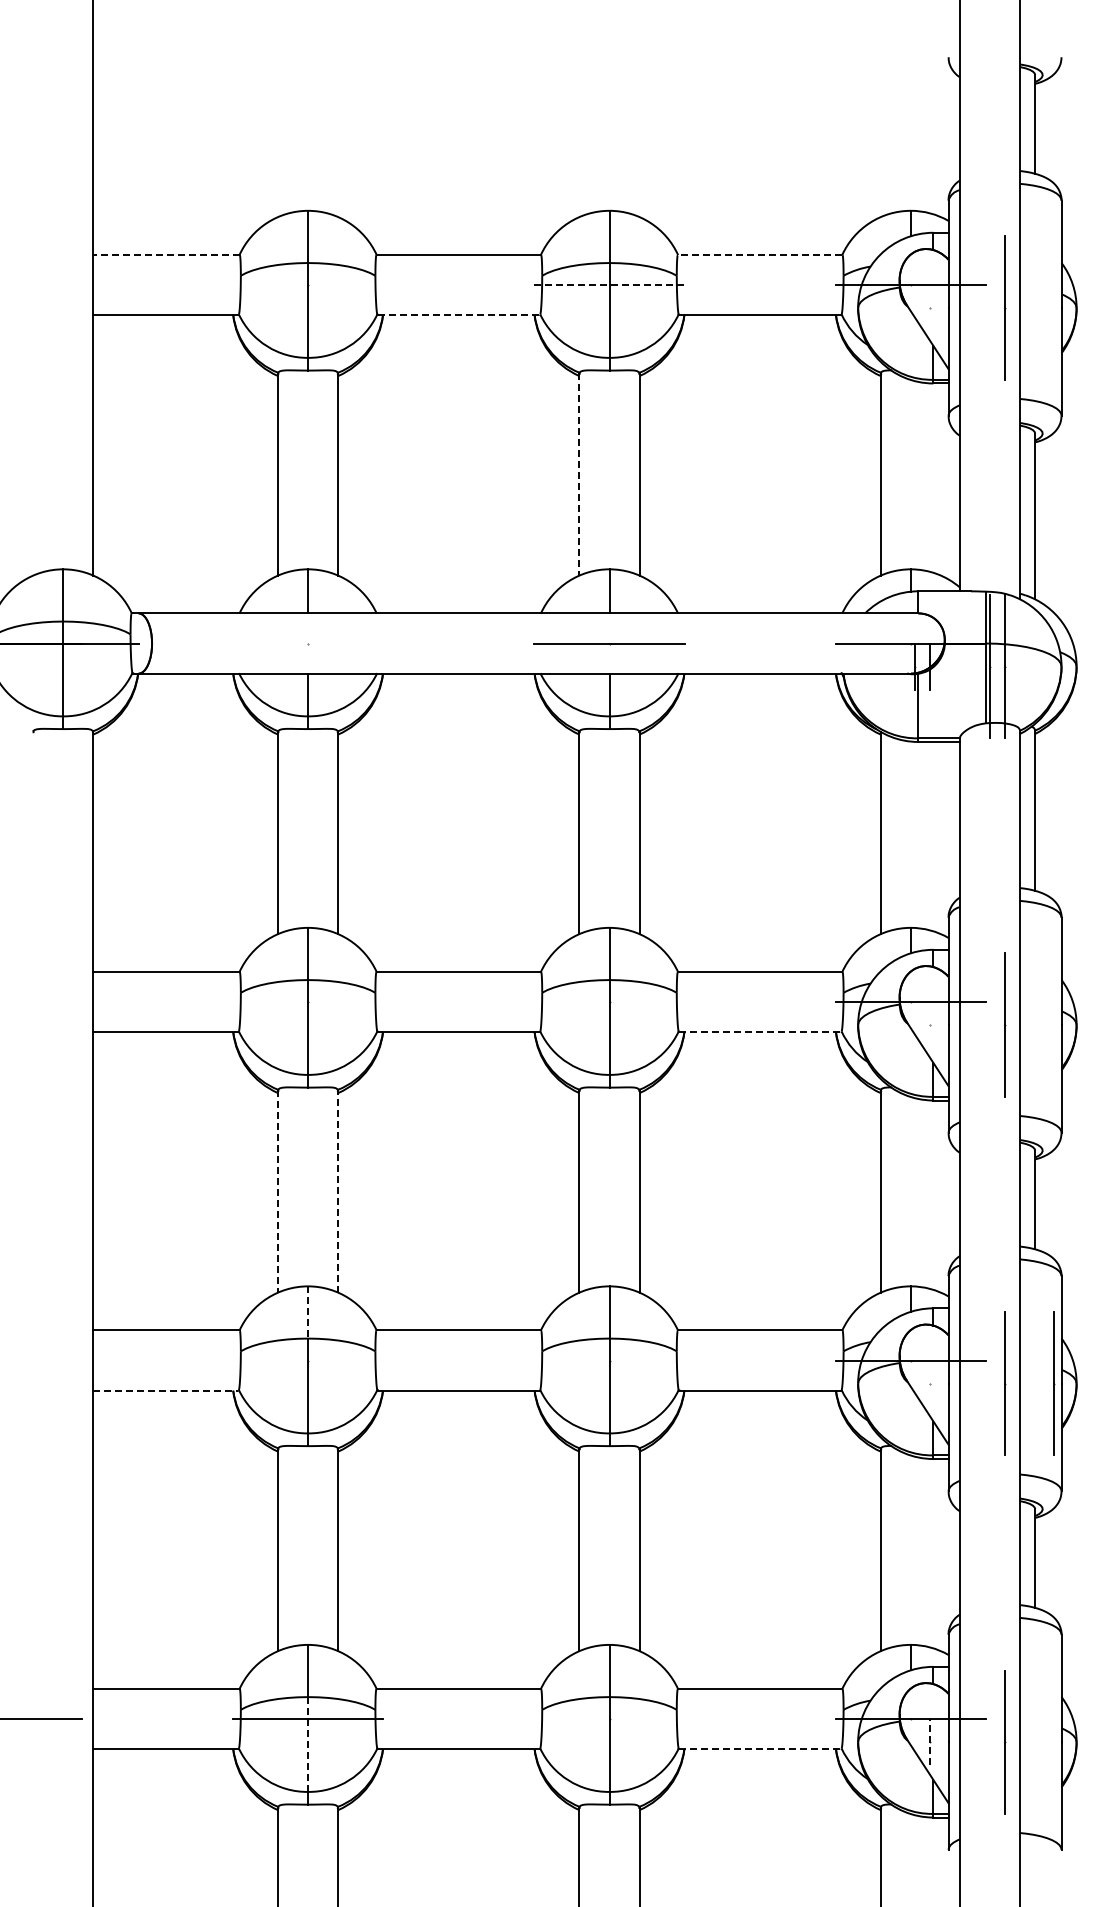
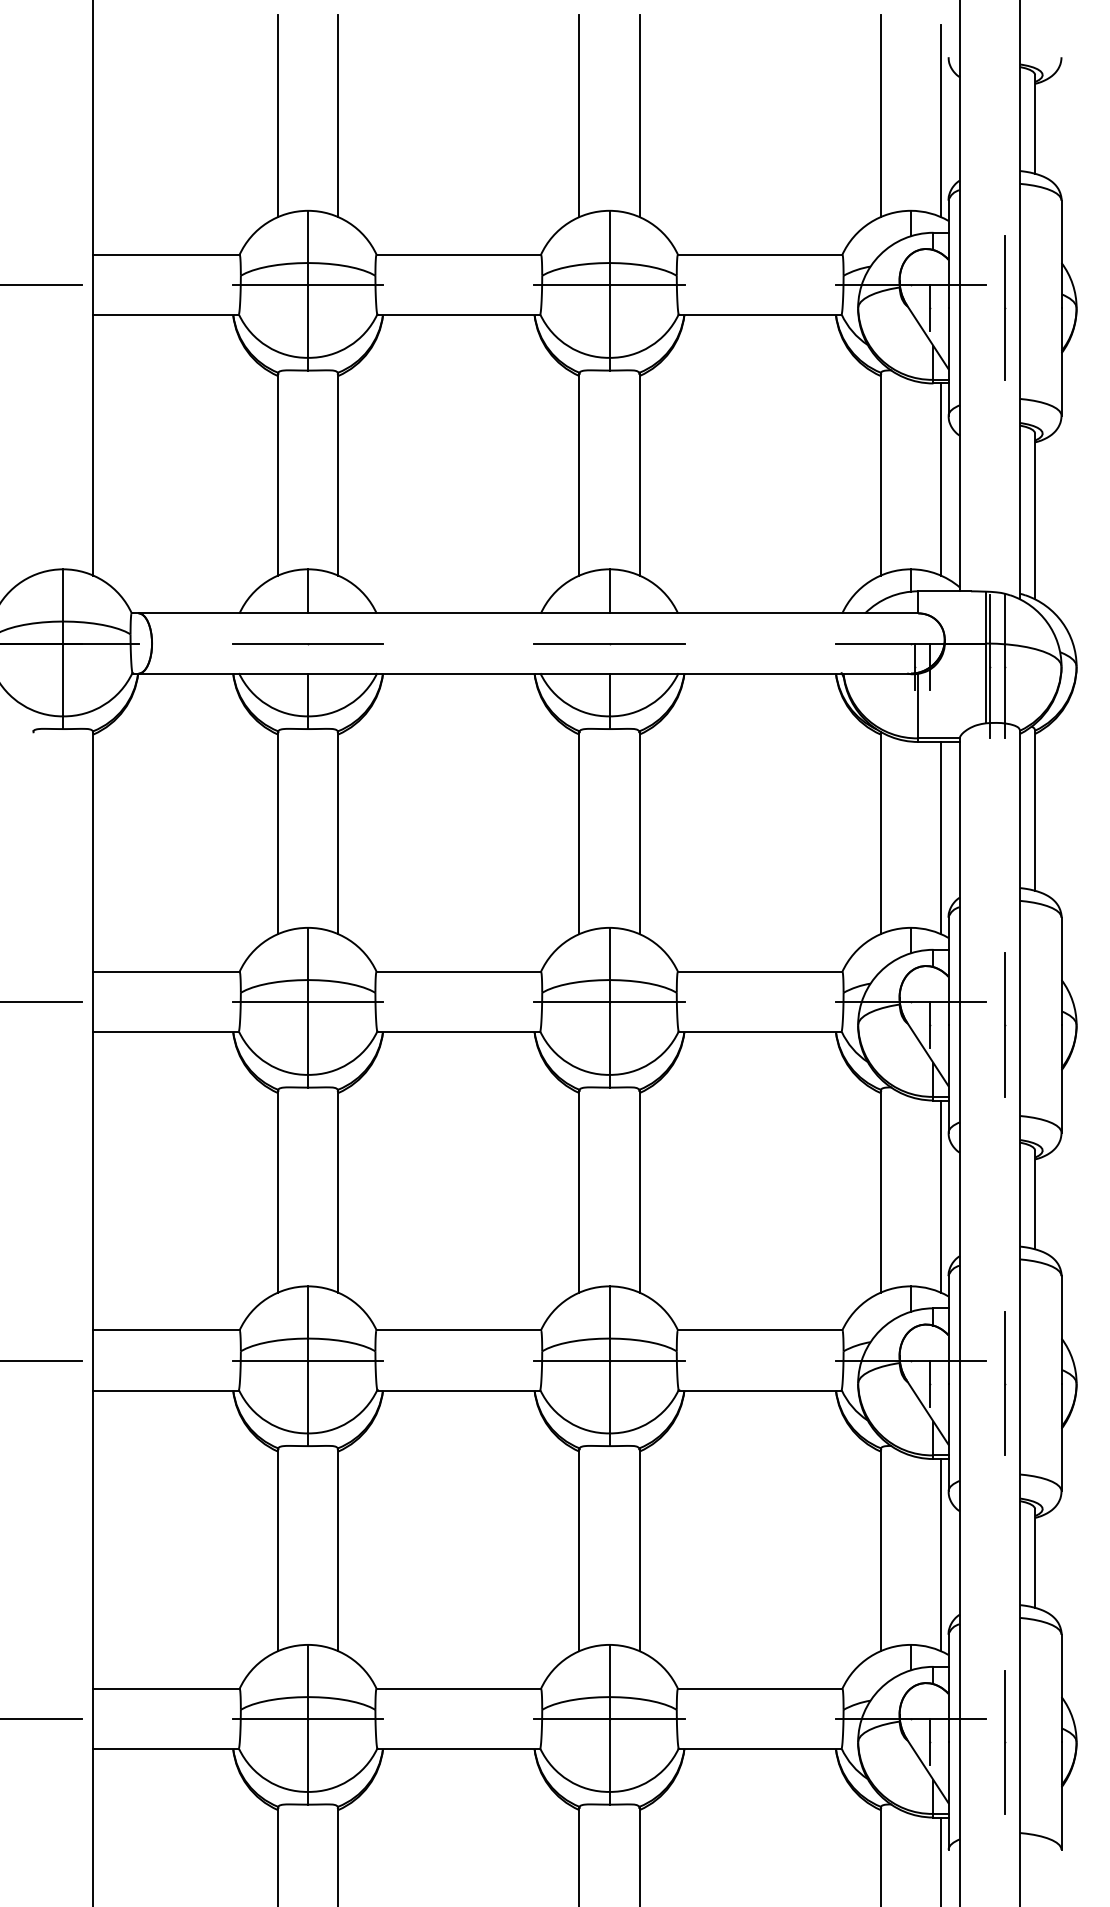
line at (278, 115): none -> present
line at (338, 115): none -> present
line at (579, 115): none -> present
line at (639, 115): none -> present
line at (880, 115): none -> present
line at (941, 120): none -> present
line at (166, 254): dashed -> solid
line at (759, 254): dashed -> solid
line at (42, 285): none -> present
line at (307, 285): none -> present
line at (610, 285): dashed -> solid
line at (929, 308): none -> present
line at (459, 315): dashed -> solid
line at (579, 474): dashed -> solid
line at (941, 479): none -> present
line at (307, 643): none -> present
line at (941, 837): none -> present
line at (42, 1002): none -> present
line at (307, 1002): none -> present
line at (609, 1002): none -> present
line at (929, 1025): none -> present
line at (760, 1032): dashed -> solid
line at (278, 1191): dashed -> solid
line at (338, 1191): dashed -> solid
line at (941, 1196): none -> present
line at (308, 1312): dashed -> solid
line at (42, 1360): none -> present
line at (307, 1360): none -> present
line at (609, 1360): none -> present
line at (929, 1383): none -> present
line at (1054, 1383): present -> none
line at (165, 1390): dashed -> solid
line at (941, 1555): none -> present
line at (609, 1719): none -> present
line at (929, 1741): dashed -> solid
line at (308, 1745): dashed -> solid
line at (760, 1749): dashed -> solid
line at (941, 1860): none -> present
